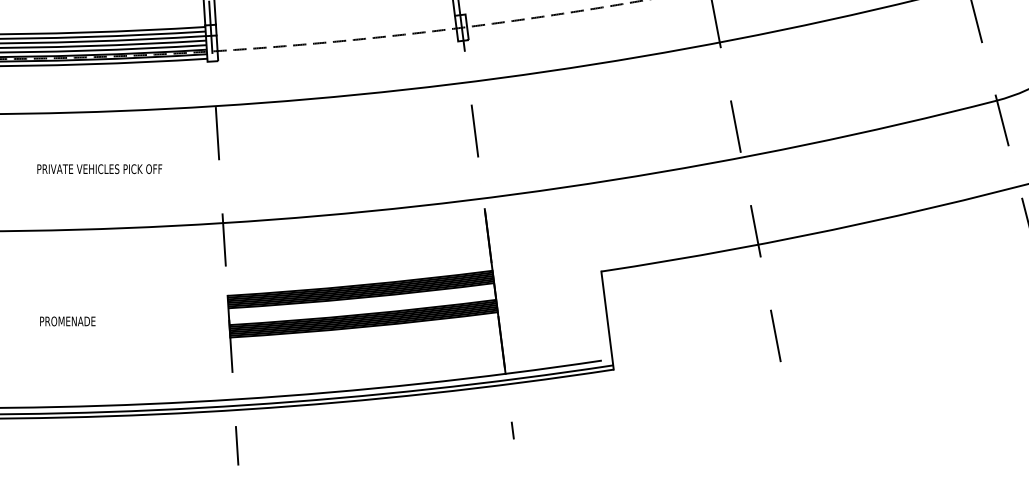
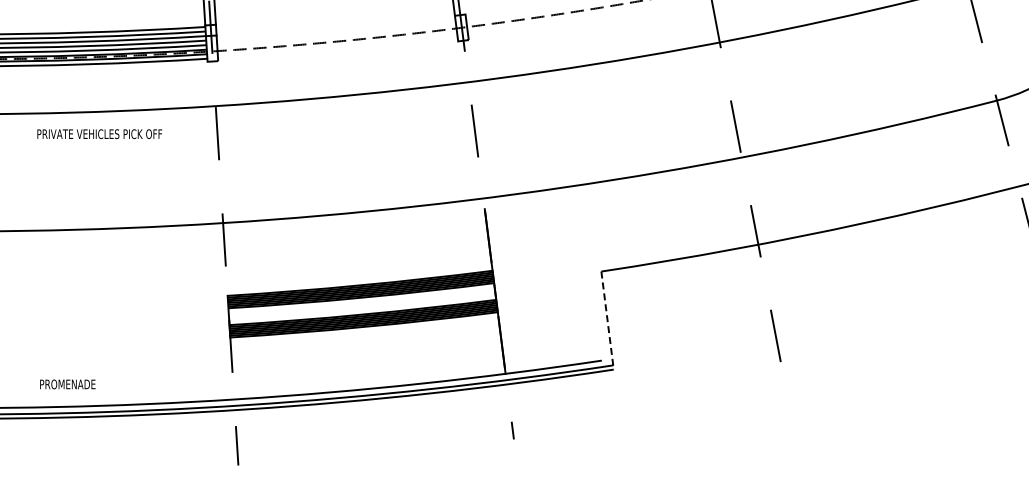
text at (99, 169) position: (99, 169) -> (99, 134)
text at (67, 321) position: (67, 321) -> (67, 384)
line at (607, 321): solid -> dashed
